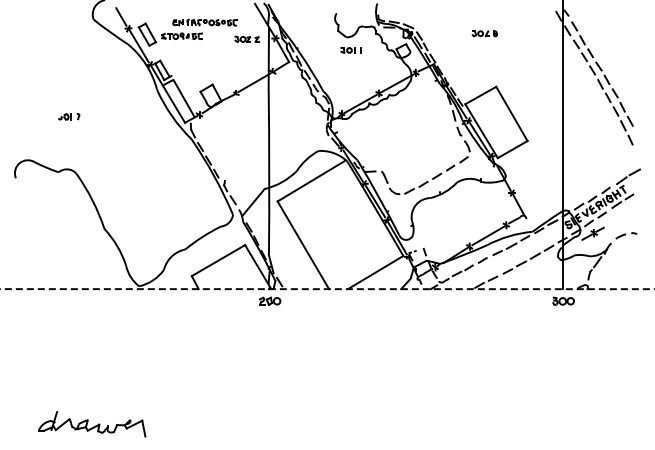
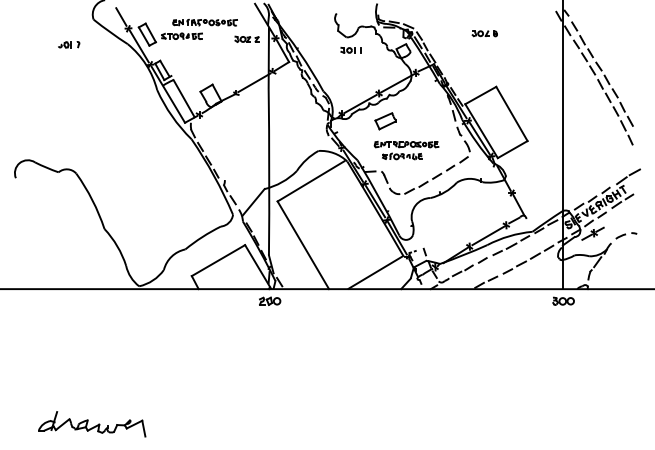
part at (69, 116) position: (69, 116) -> (69, 44)
part at (385, 121): none -> present
part at (406, 150): none -> present
line at (327, 289): dashed -> solid
